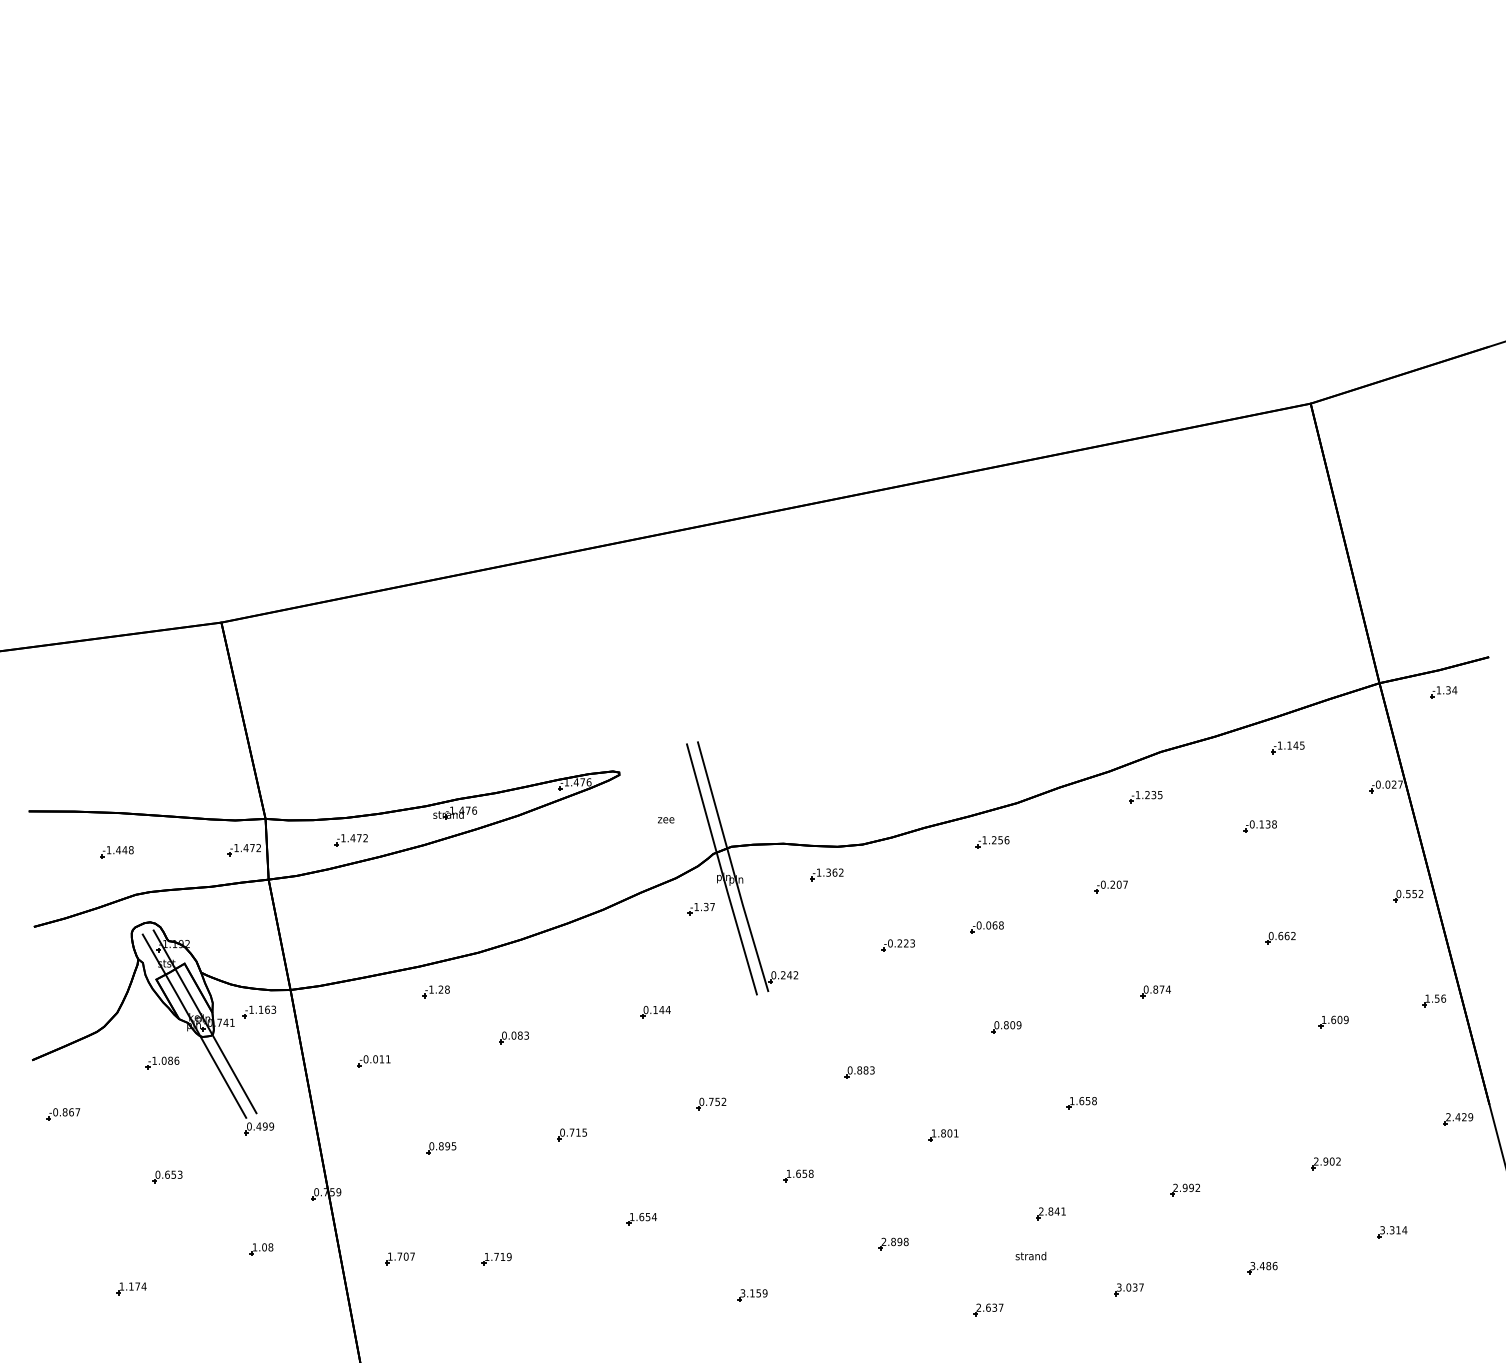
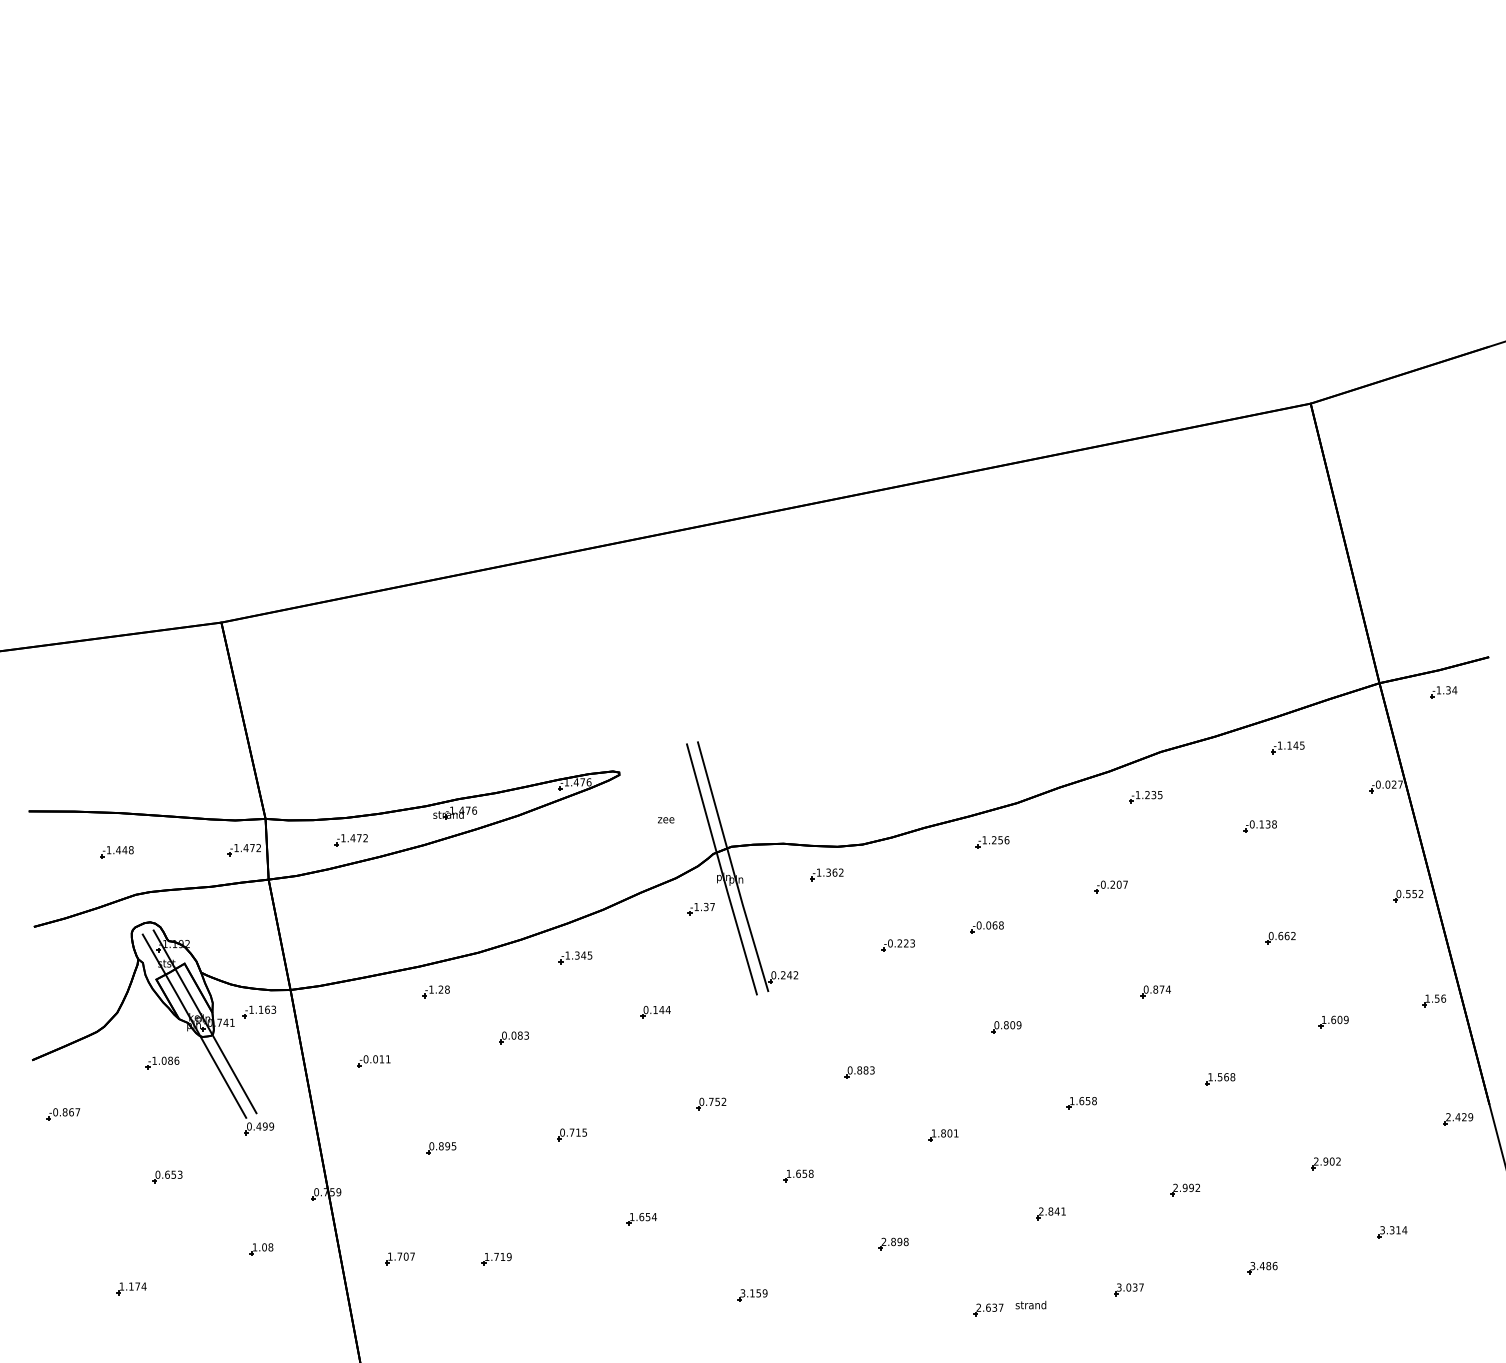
part at (575, 957): none -> present
part at (1220, 1079): none -> present
text at (1030, 1255) position: (1030, 1255) -> (1030, 1304)
